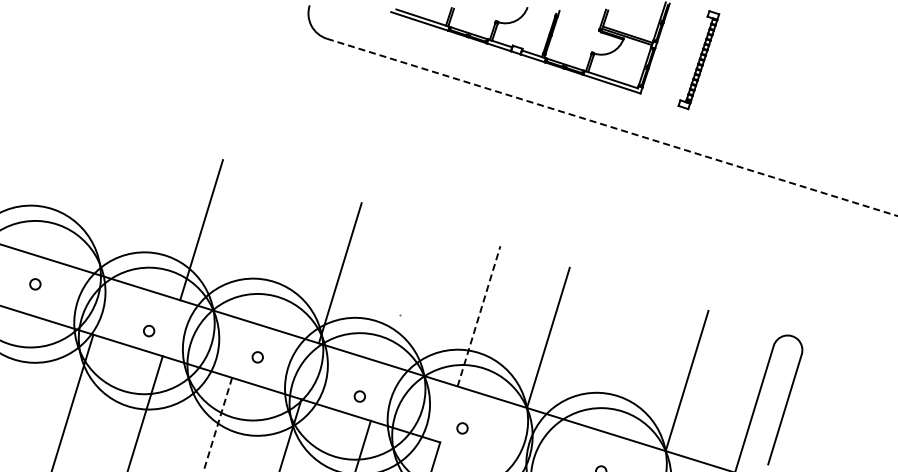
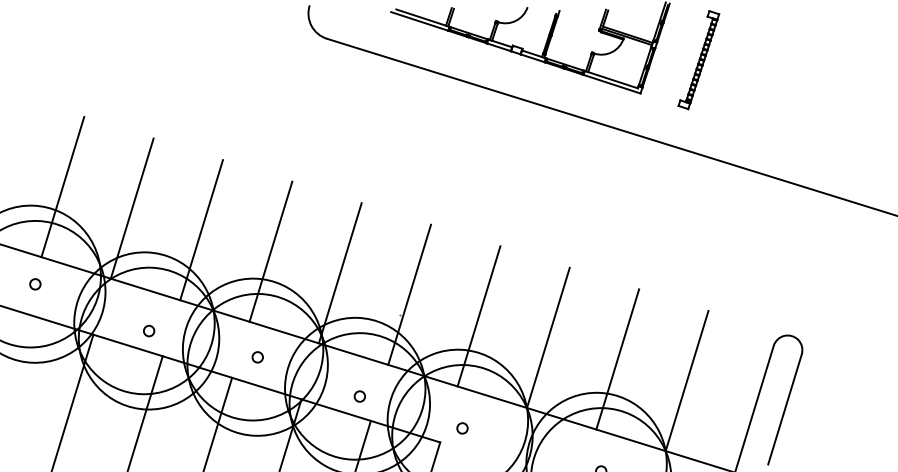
line at (612, 127): dashed -> solid
line at (62, 187): none -> present
line at (131, 208): none -> present
line at (270, 251): none -> present
line at (409, 294): none -> present
line at (479, 315): dashed -> solid
line at (617, 359): none -> present
line at (217, 424): dashed -> solid
